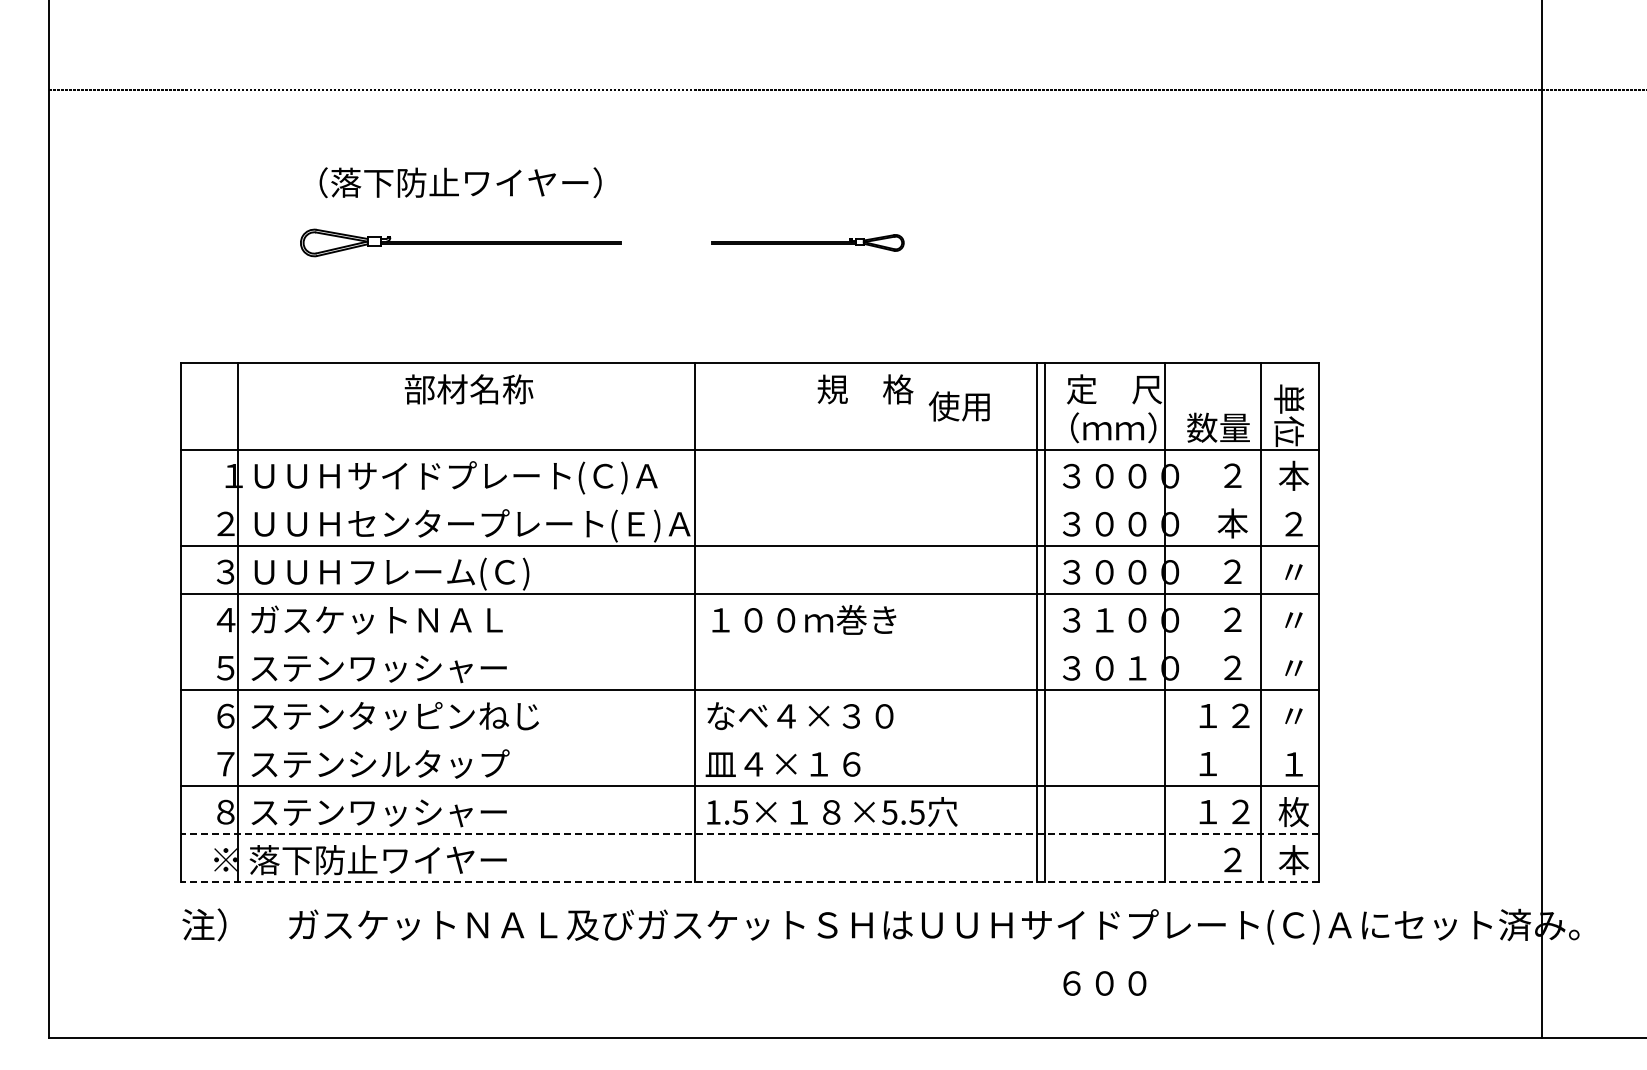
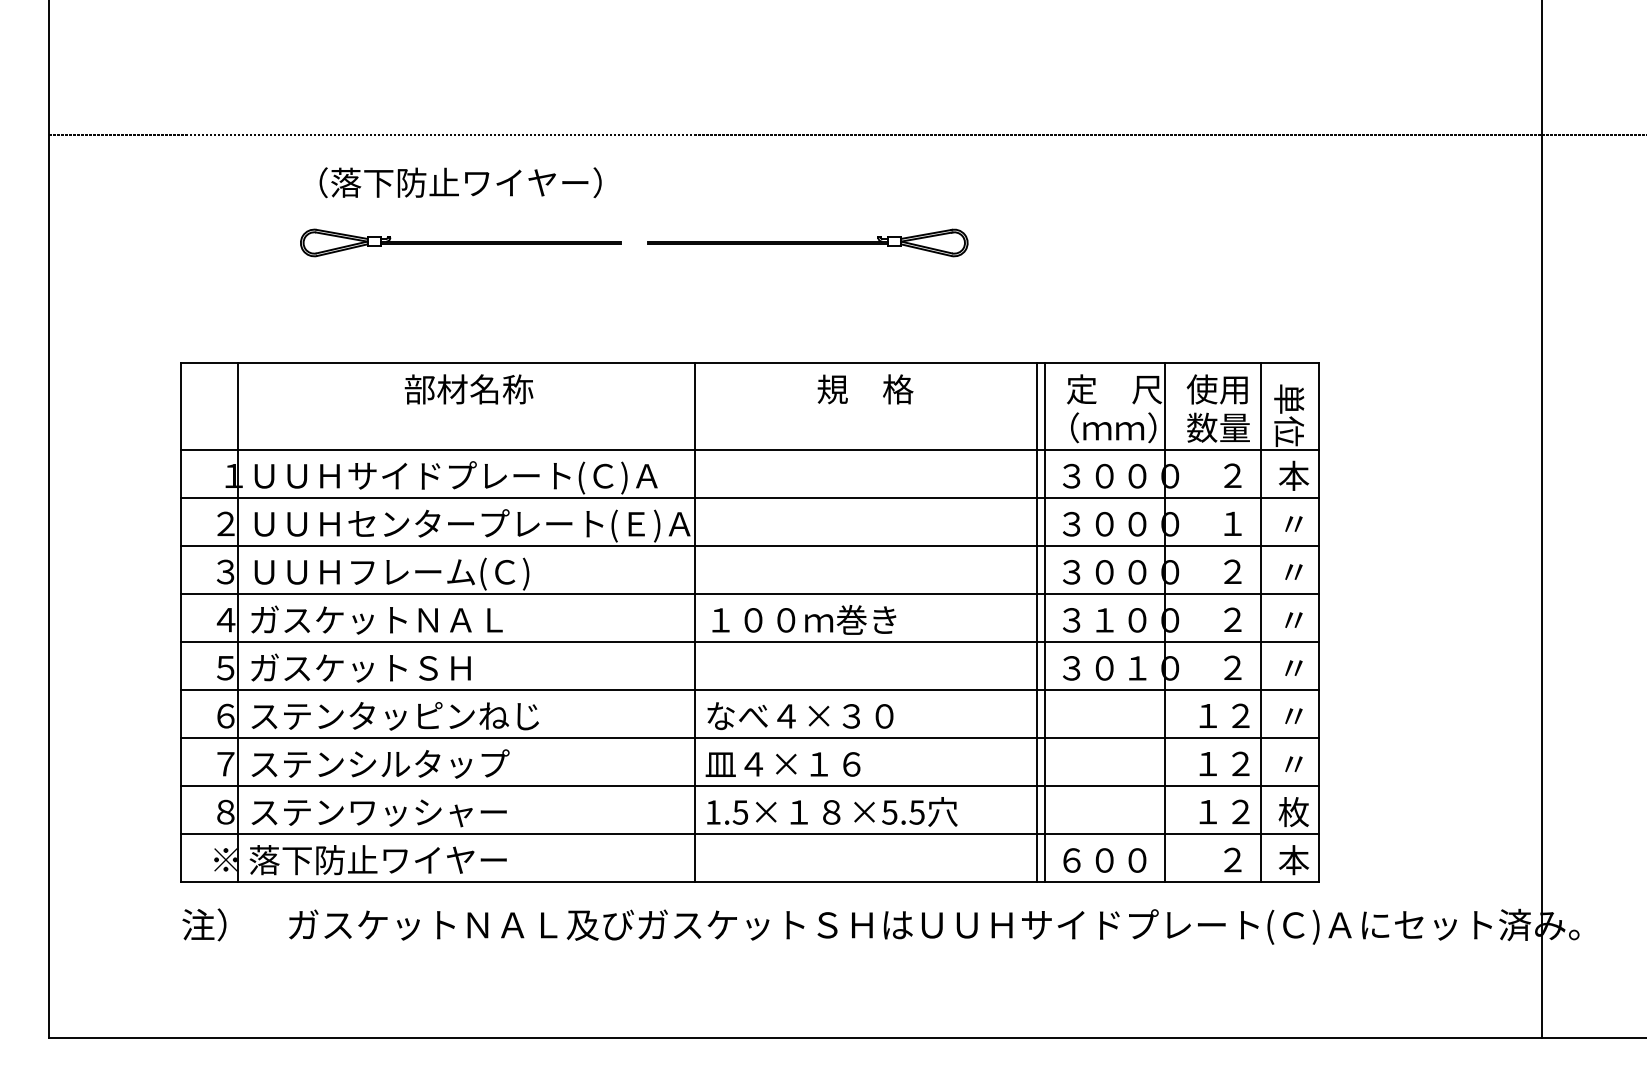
line at (846, 90) position: (846, 90) -> (846, 135)
part at (807, 242) size: 194x18 px -> 322x30 px
text at (958, 406) position: (958, 406) -> (1216, 389)
line at (749, 497): none -> present
text at (1232, 523): 本 -> １
text at (1293, 523): ２ -> 〃
line at (749, 642): none -> present
text at (378, 668): ステンワッシャー -> ガスケットＳＨ
line at (749, 738): none -> present
text at (1240, 763): １ -> １２
text at (1293, 764): １ -> 〃
line at (749, 834): dashed -> solid
line at (749, 882): dashed -> solid
text at (1104, 983) position: (1104, 983) -> (1104, 860)
